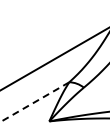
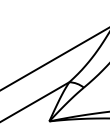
line at (34, 102): dashed -> solid
